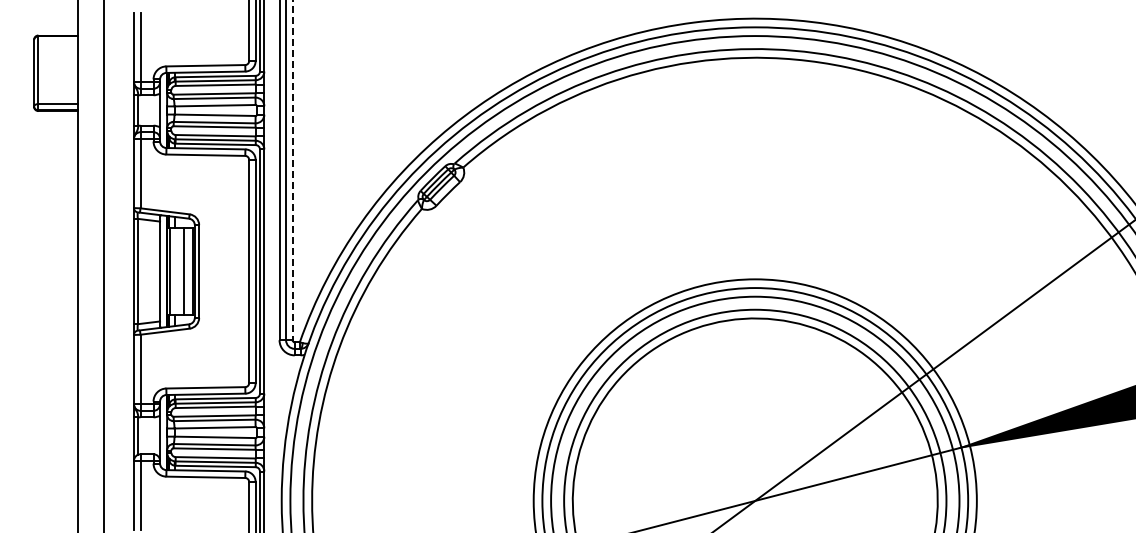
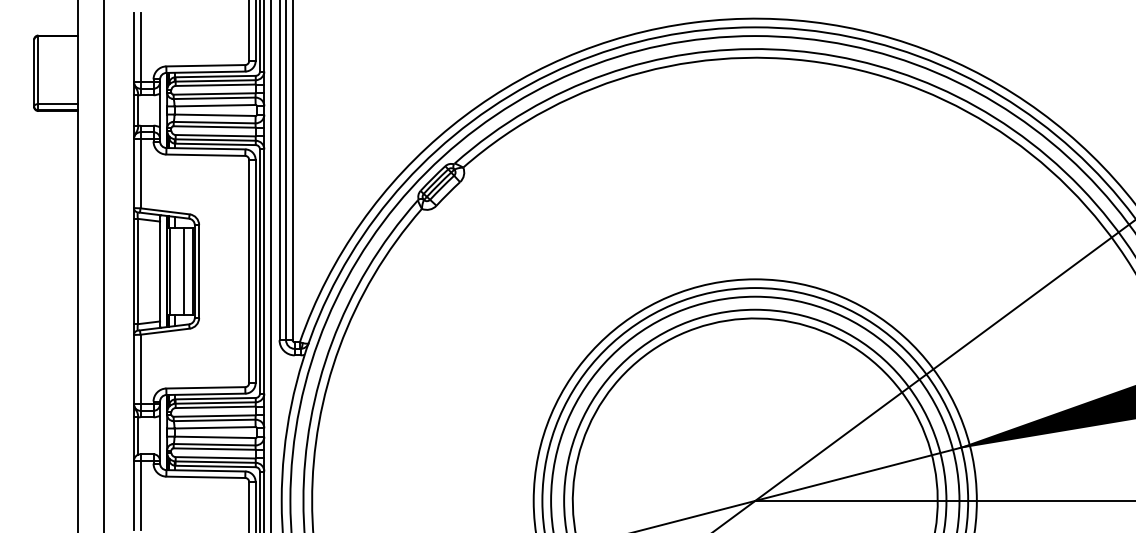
line at (292, 170): dashed -> solid
line at (270, 265): none -> present
line at (943, 500): none -> present
